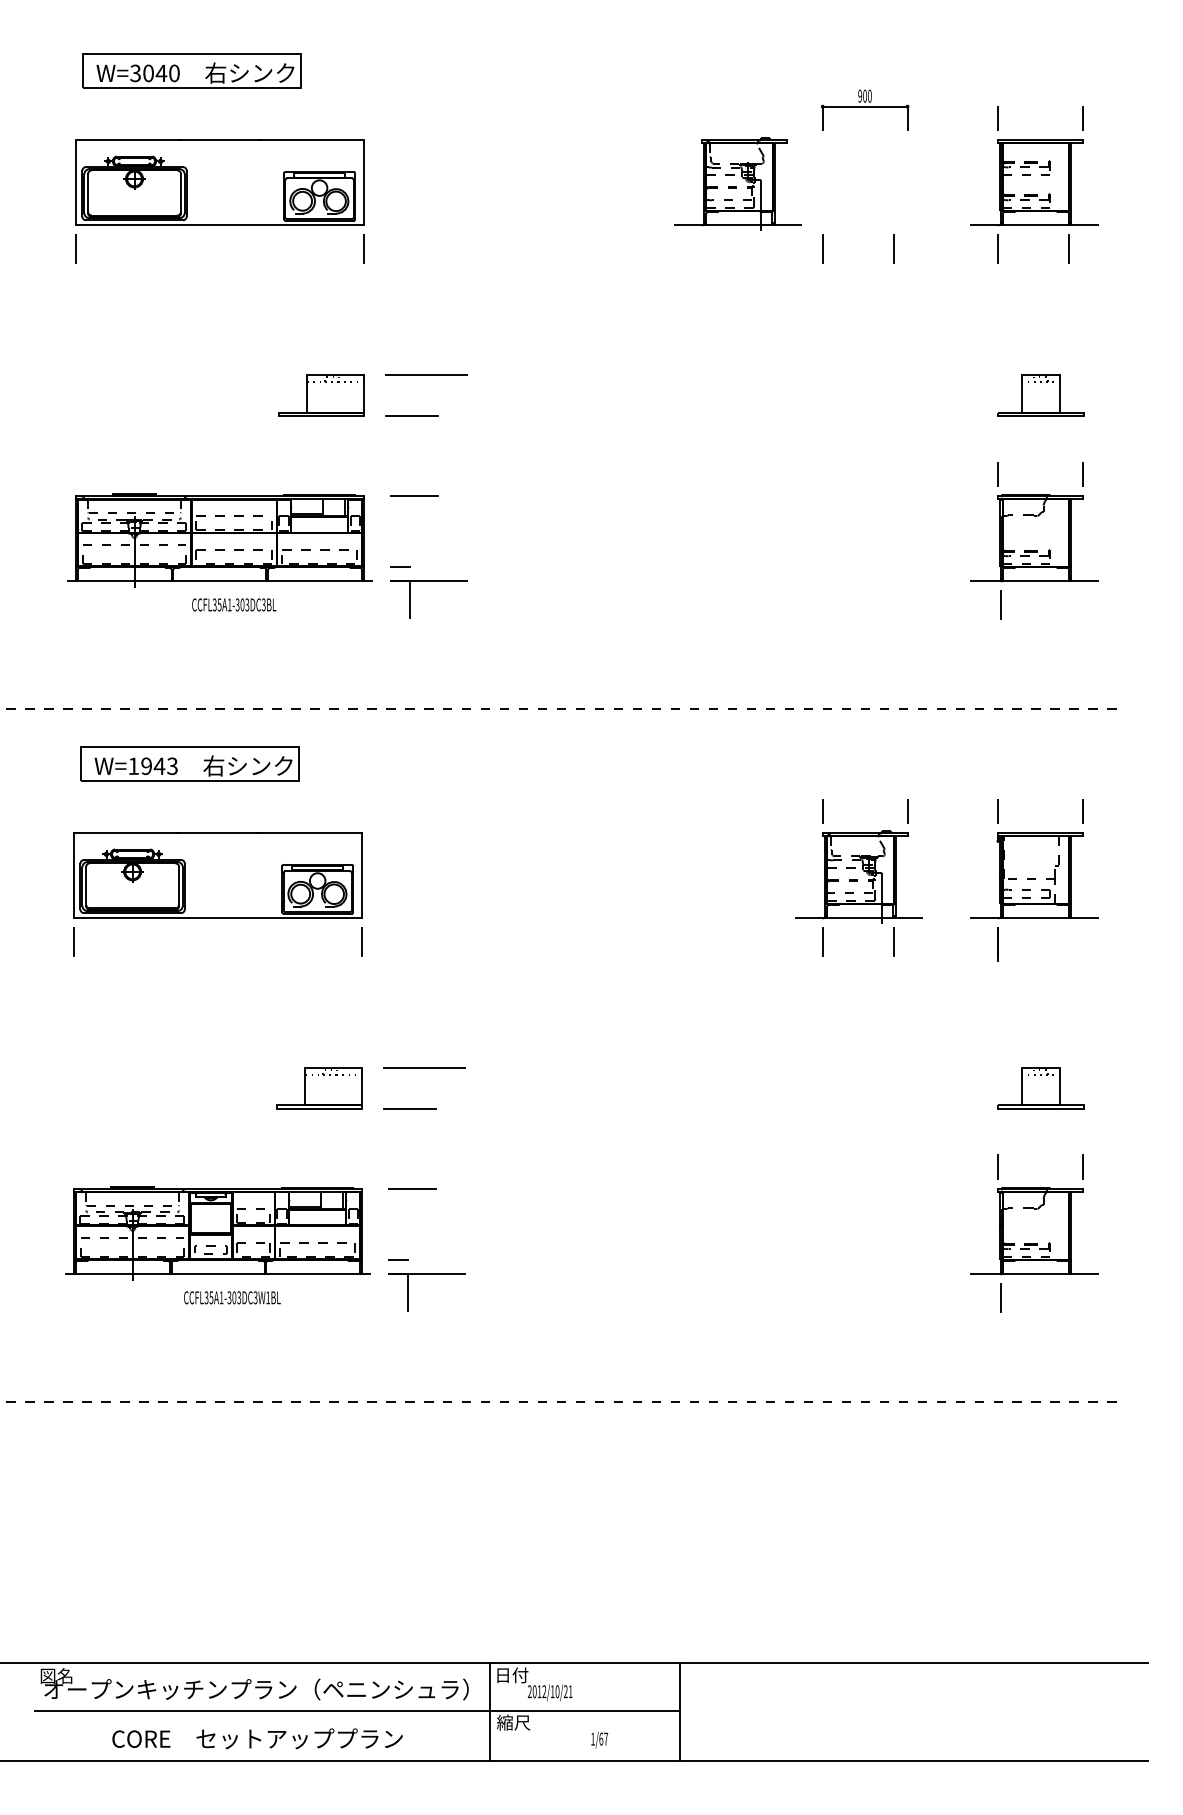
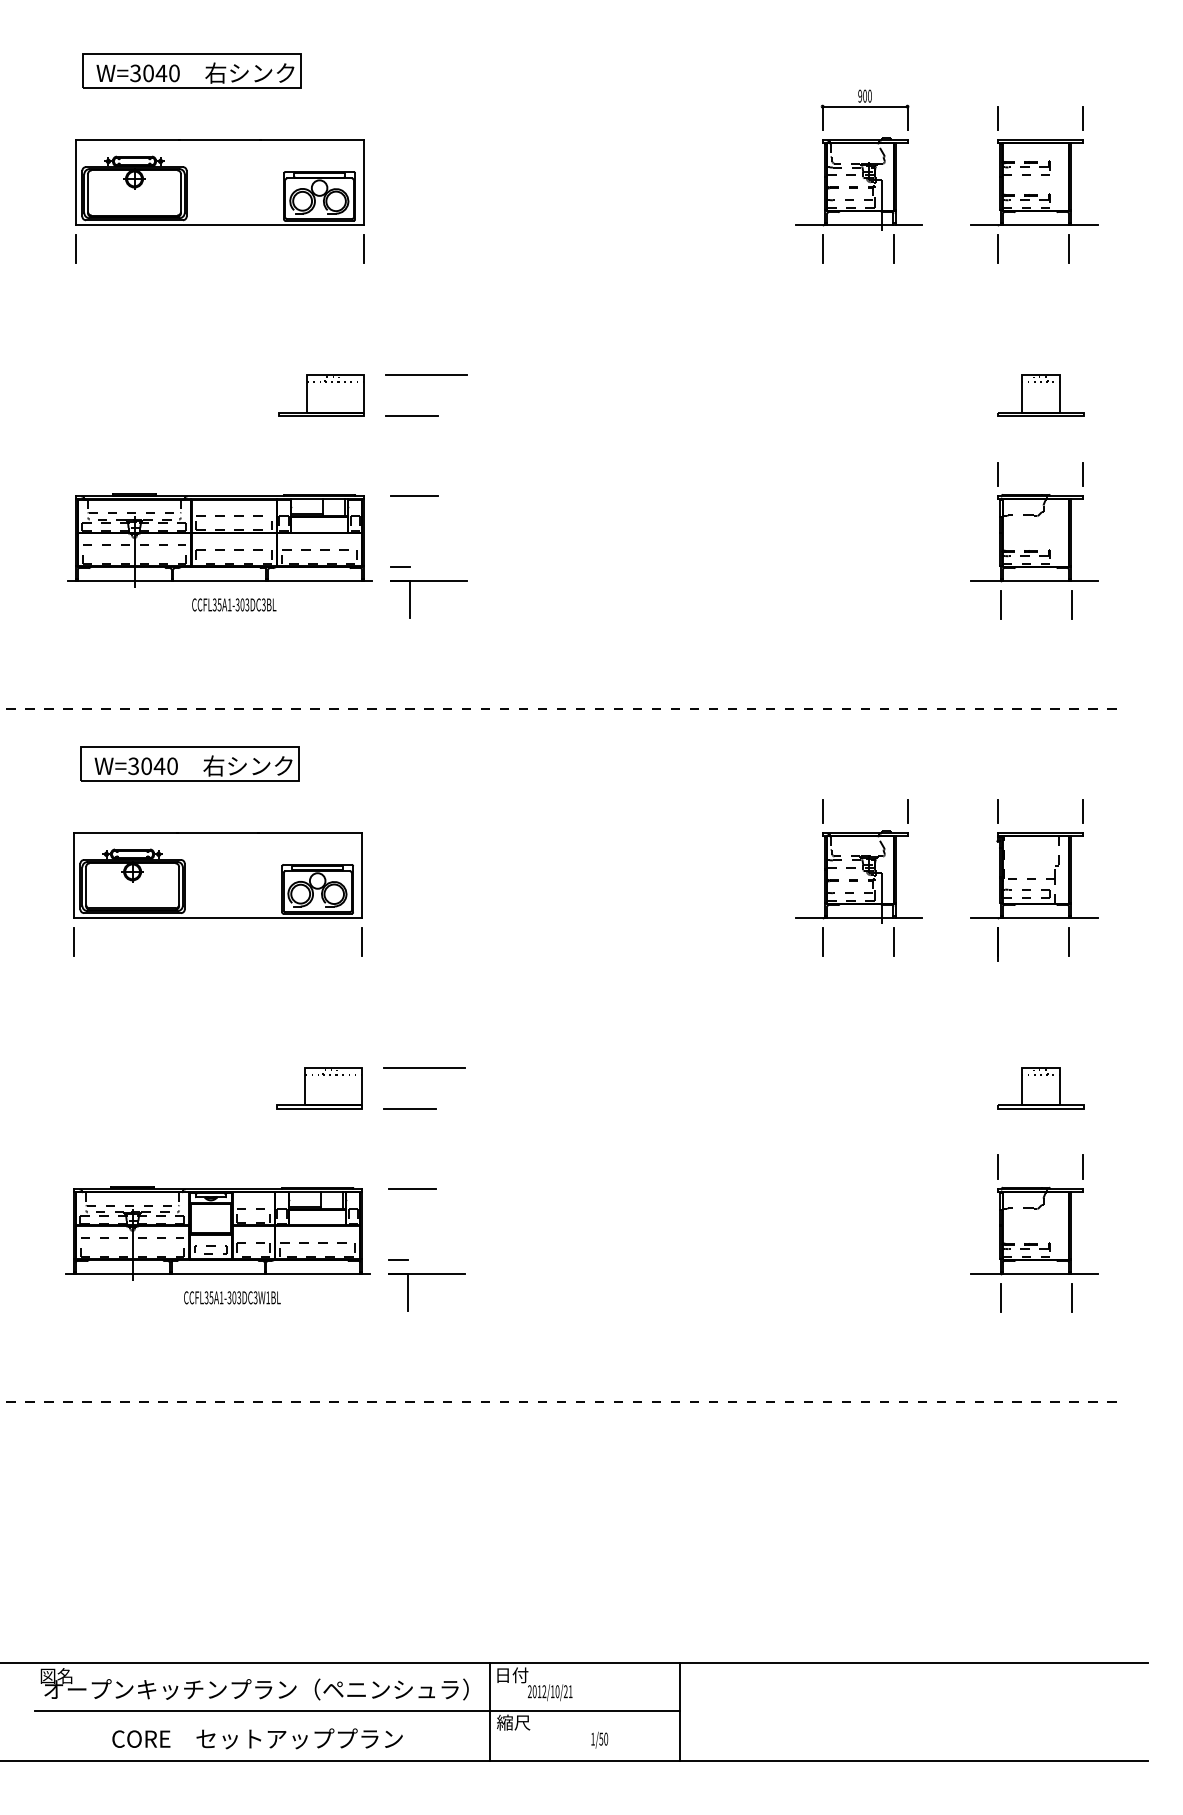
part at (737, 183) position: (737, 183) -> (858, 183)
line at (1071, 604): none -> present
text at (152, 766): W=1943 -> W=3040
line at (1068, 941): none -> present
line at (1071, 1297): none -> present
text at (603, 1738): 1/67 -> 1/50
